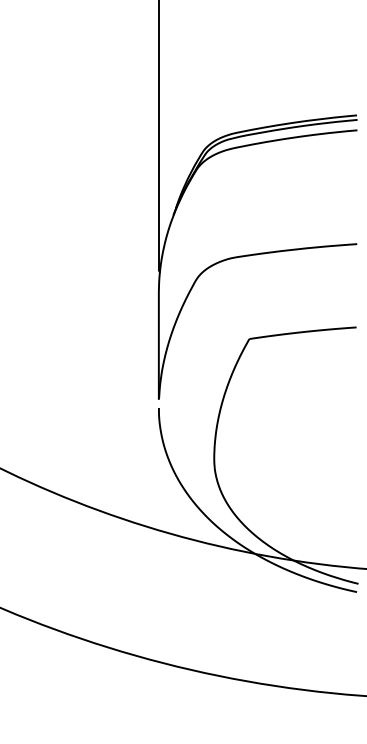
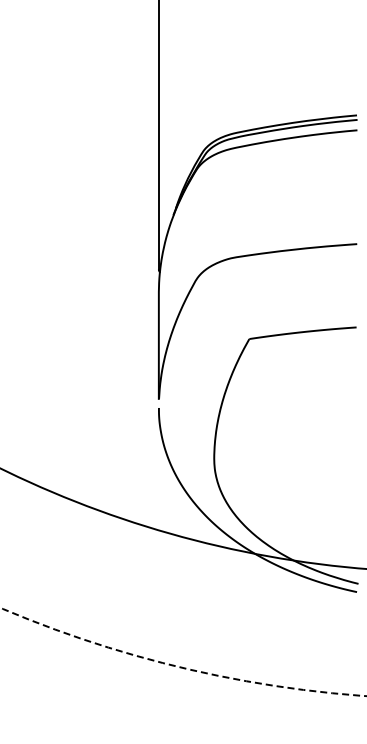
circle at (183, 651): solid -> dashed
